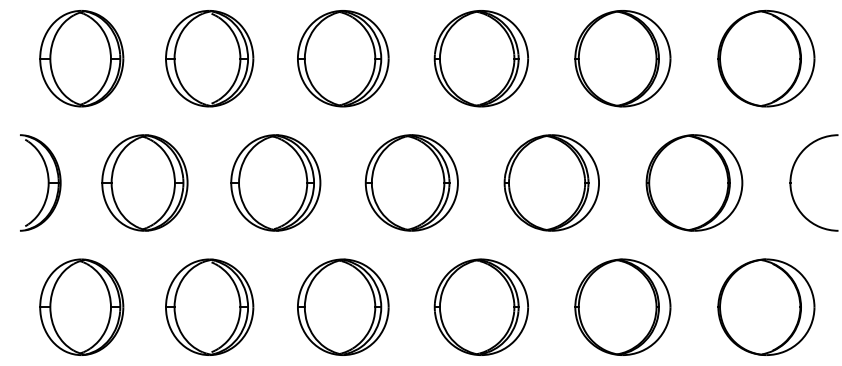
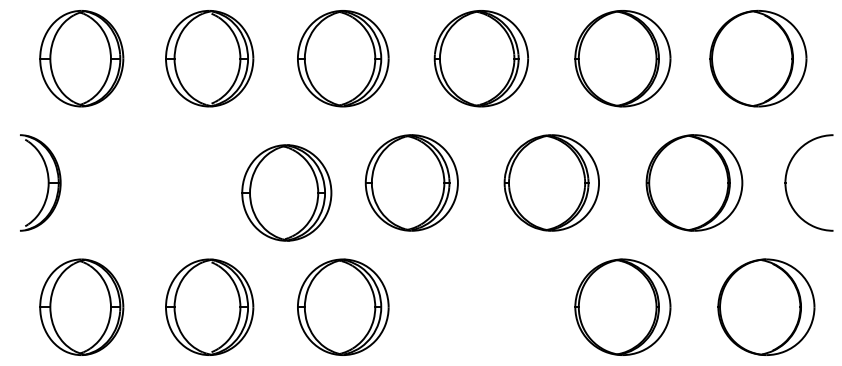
part at (766, 58) position: (766, 58) -> (758, 58)
part at (144, 182): present -> none
part at (275, 182) position: (275, 182) -> (286, 192)
part at (791, 182) position: (791, 182) -> (786, 182)
part at (480, 306): present -> none
